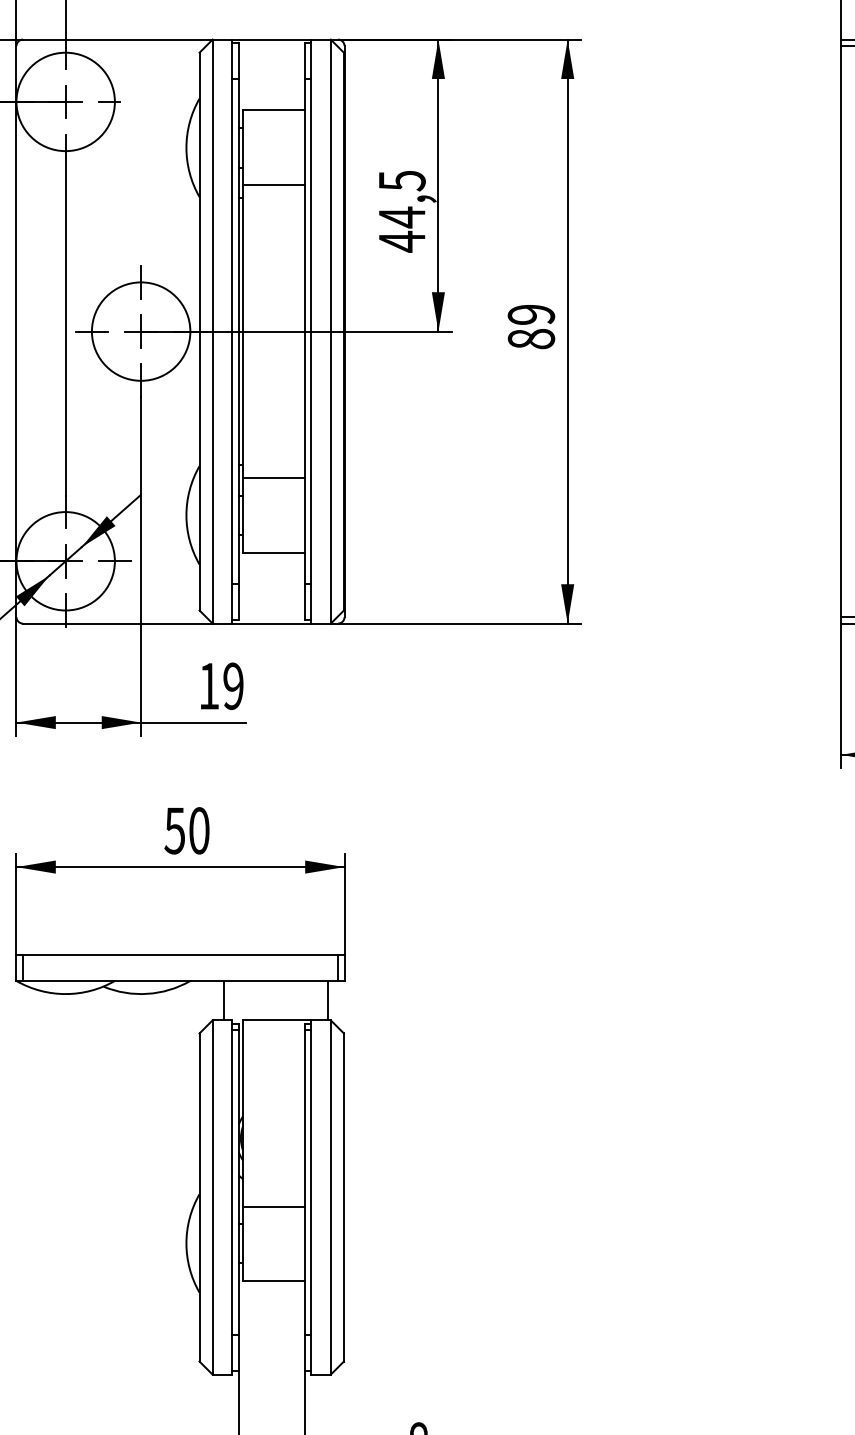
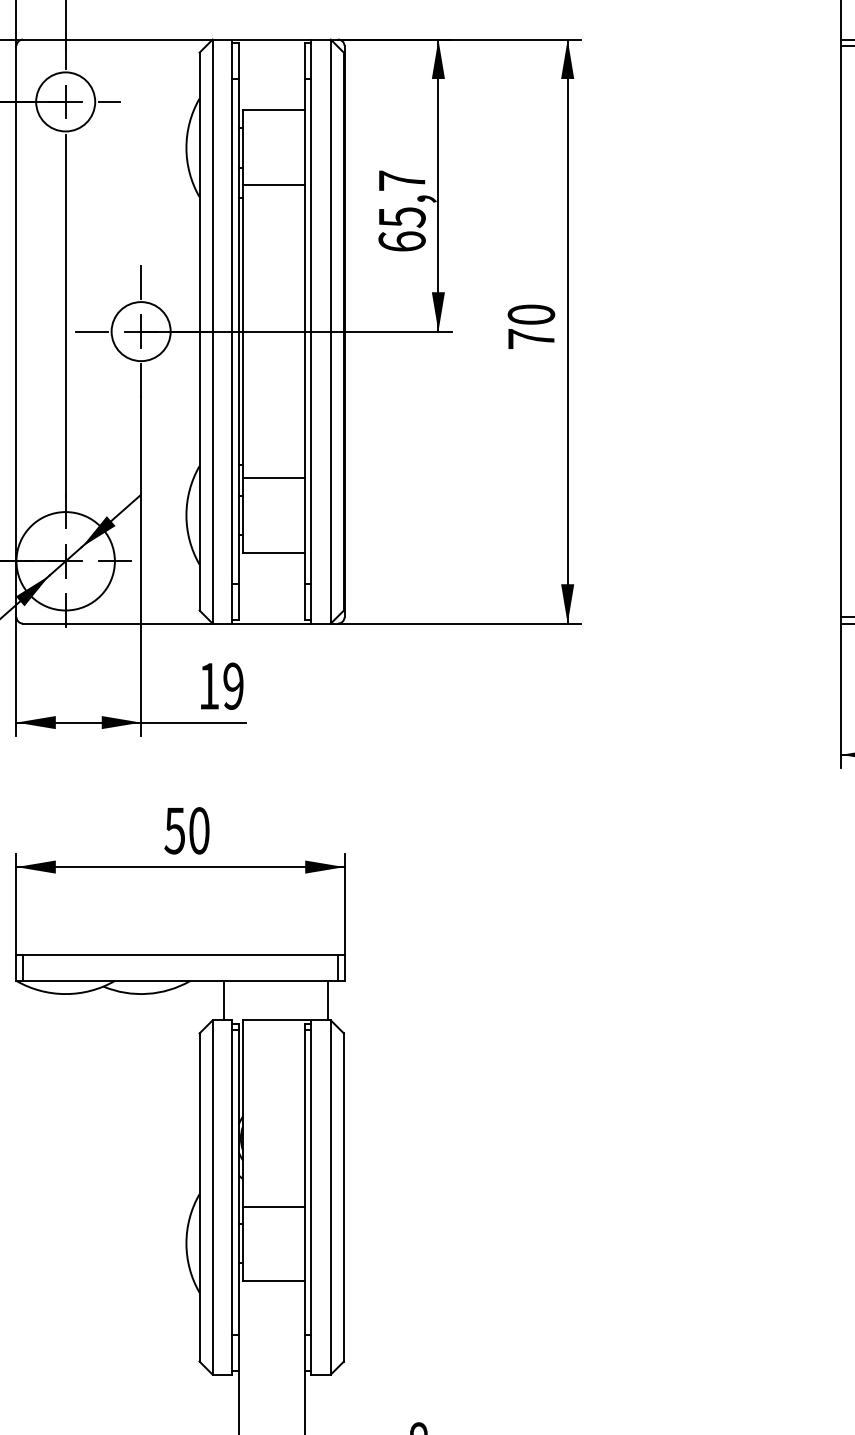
circle at (65, 101) diameter: 98 px -> 59 px
text at (401, 211): 44,5 -> 65,7
text at (531, 326): 89 -> 70
circle at (140, 331) diameter: 98 px -> 59 px
